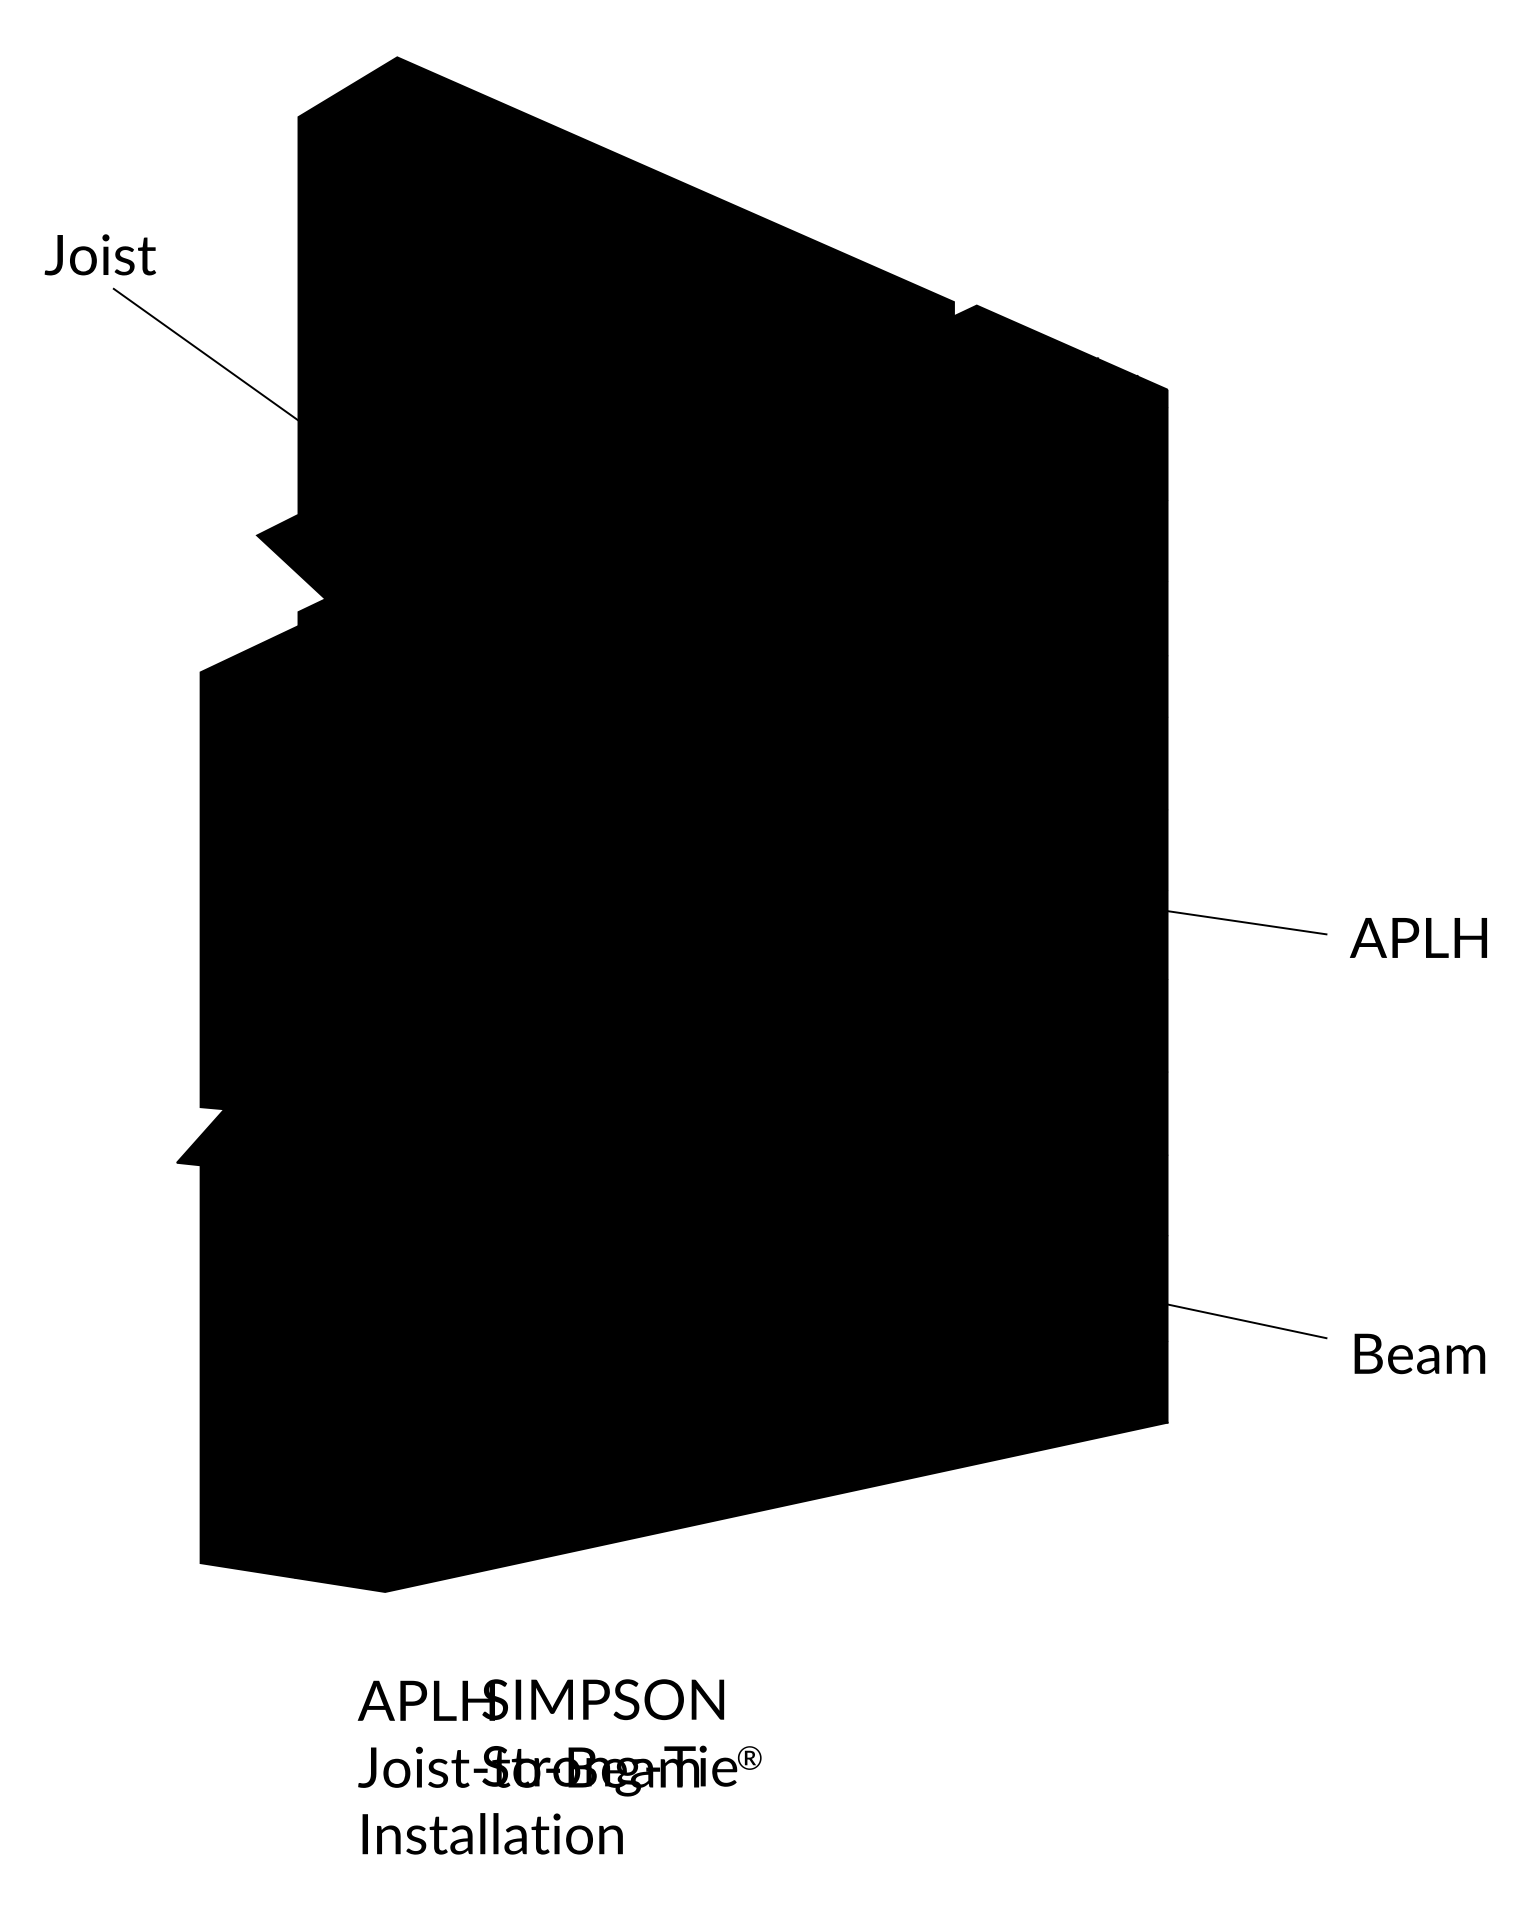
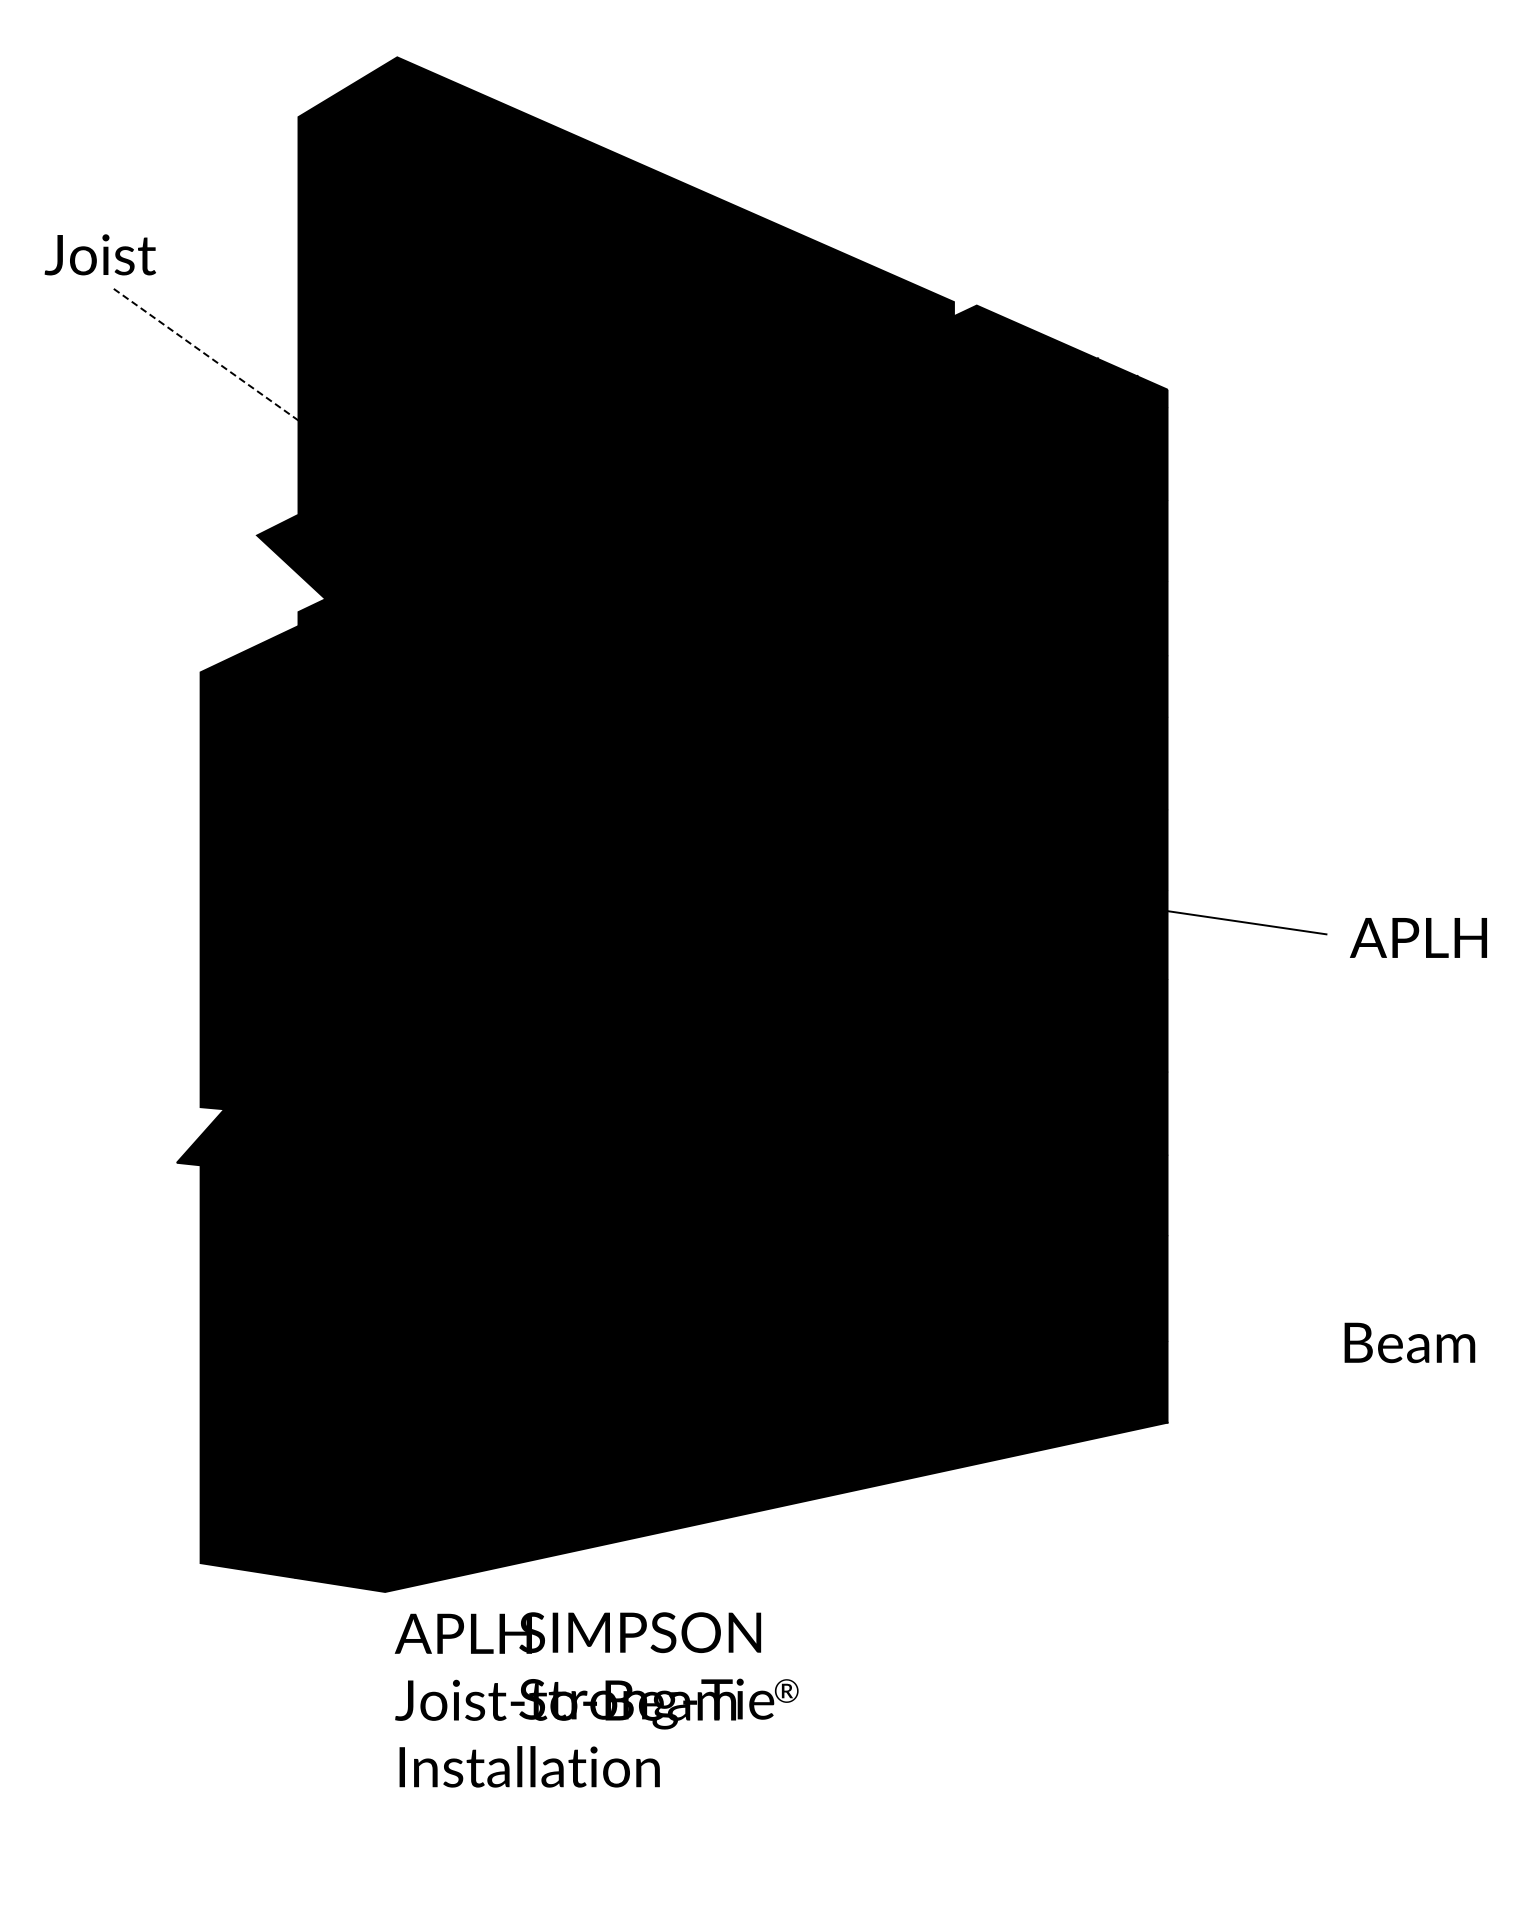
line at (206, 355): solid -> dashed
line at (1246, 1321): present -> none
text at (1419, 1353) position: (1419, 1353) -> (1409, 1342)
text at (559, 1766) position: (559, 1766) -> (596, 1699)
